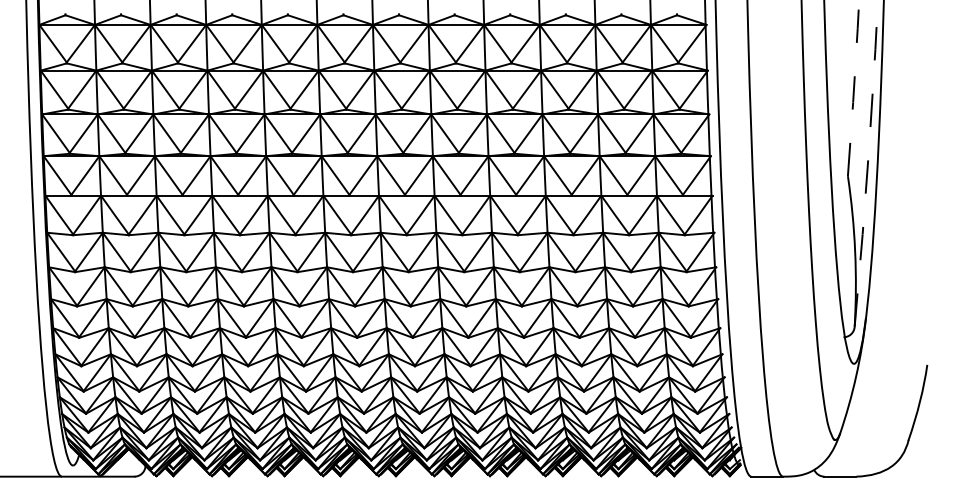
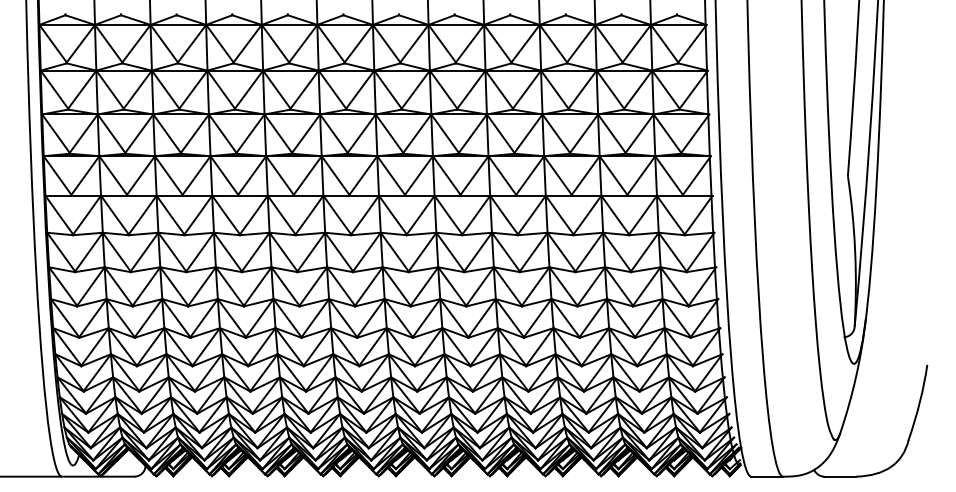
arc at (854, 88): dashed -> solid
arc at (867, 163): dashed -> solid
